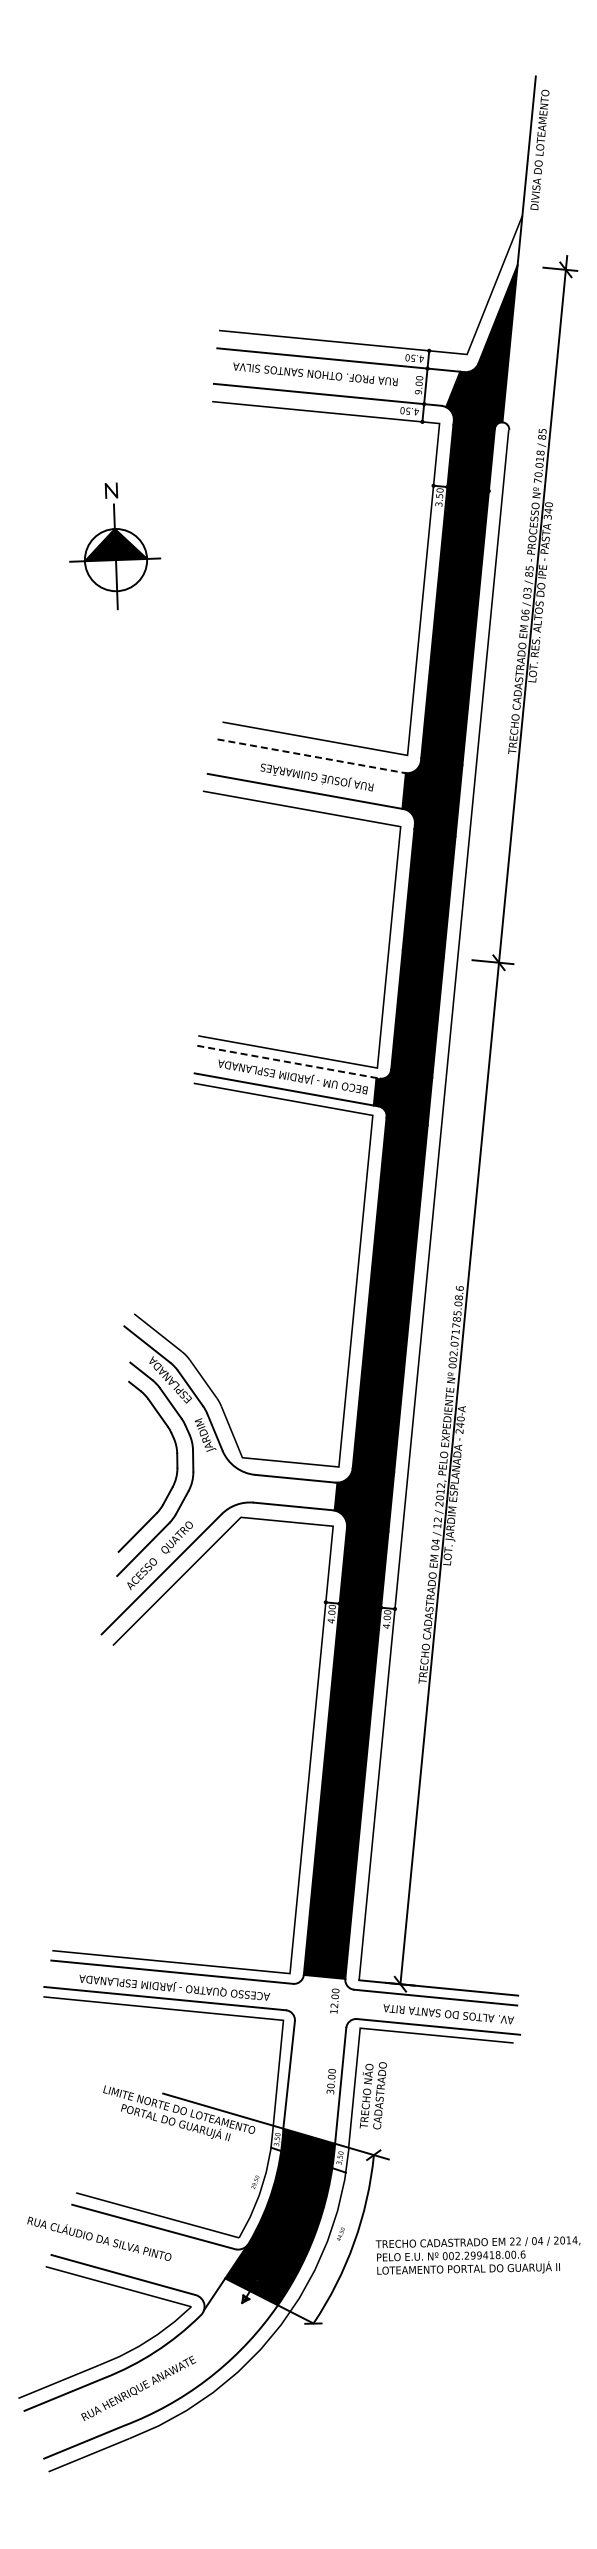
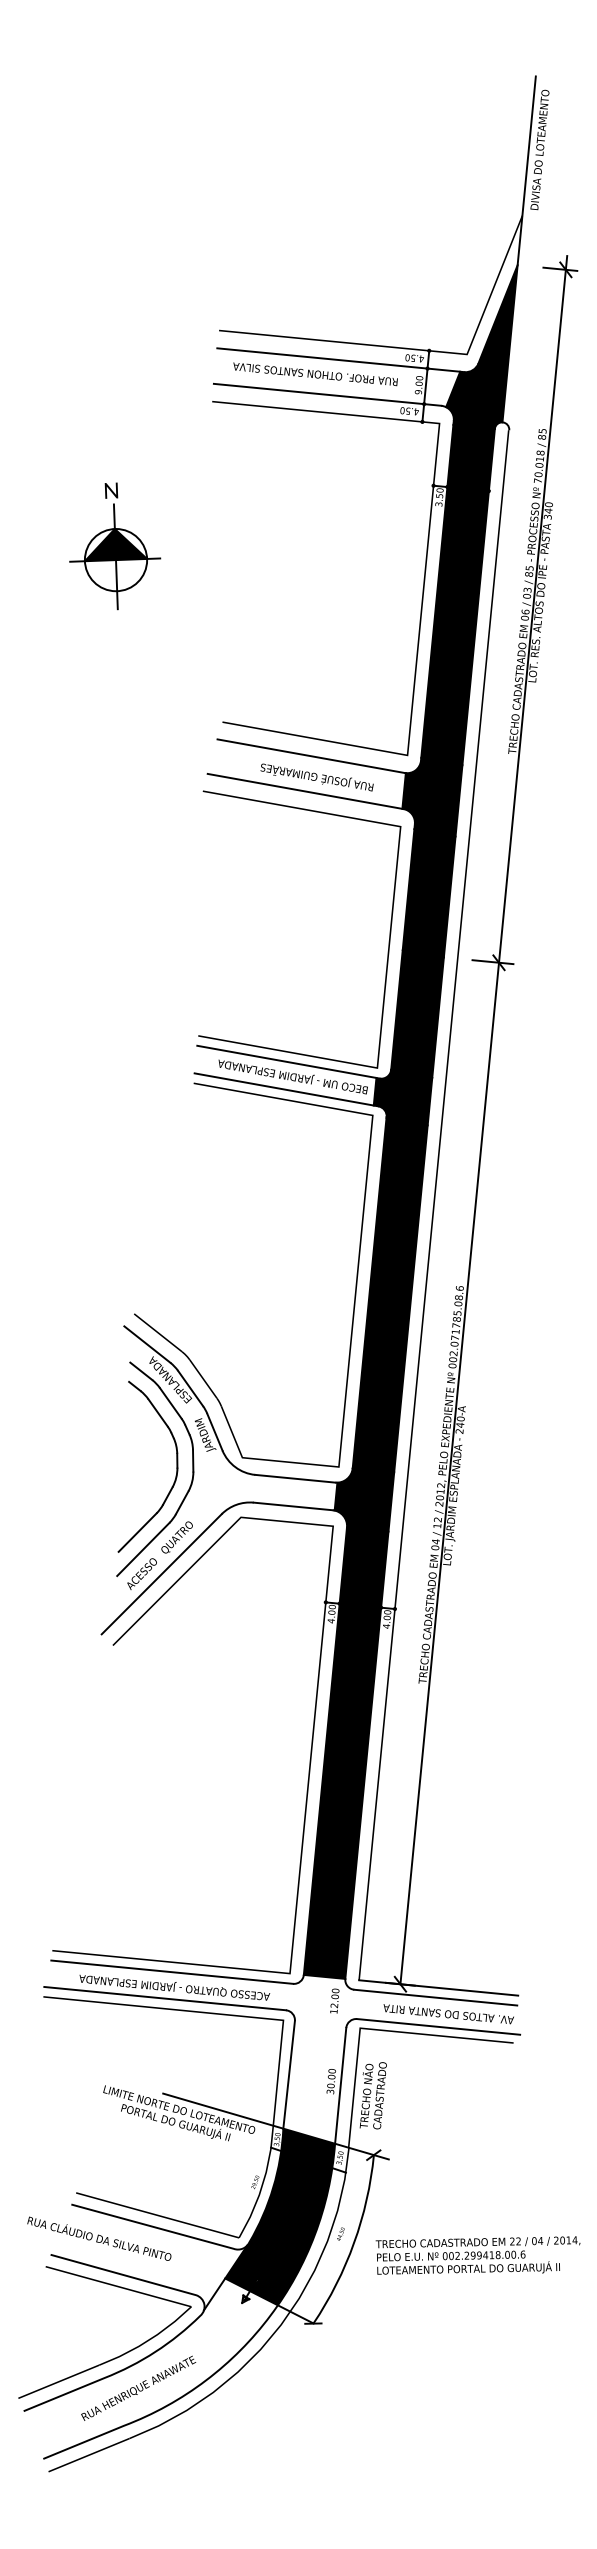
line at (311, 756): dashed -> solid
line at (288, 1062): dashed -> solid
